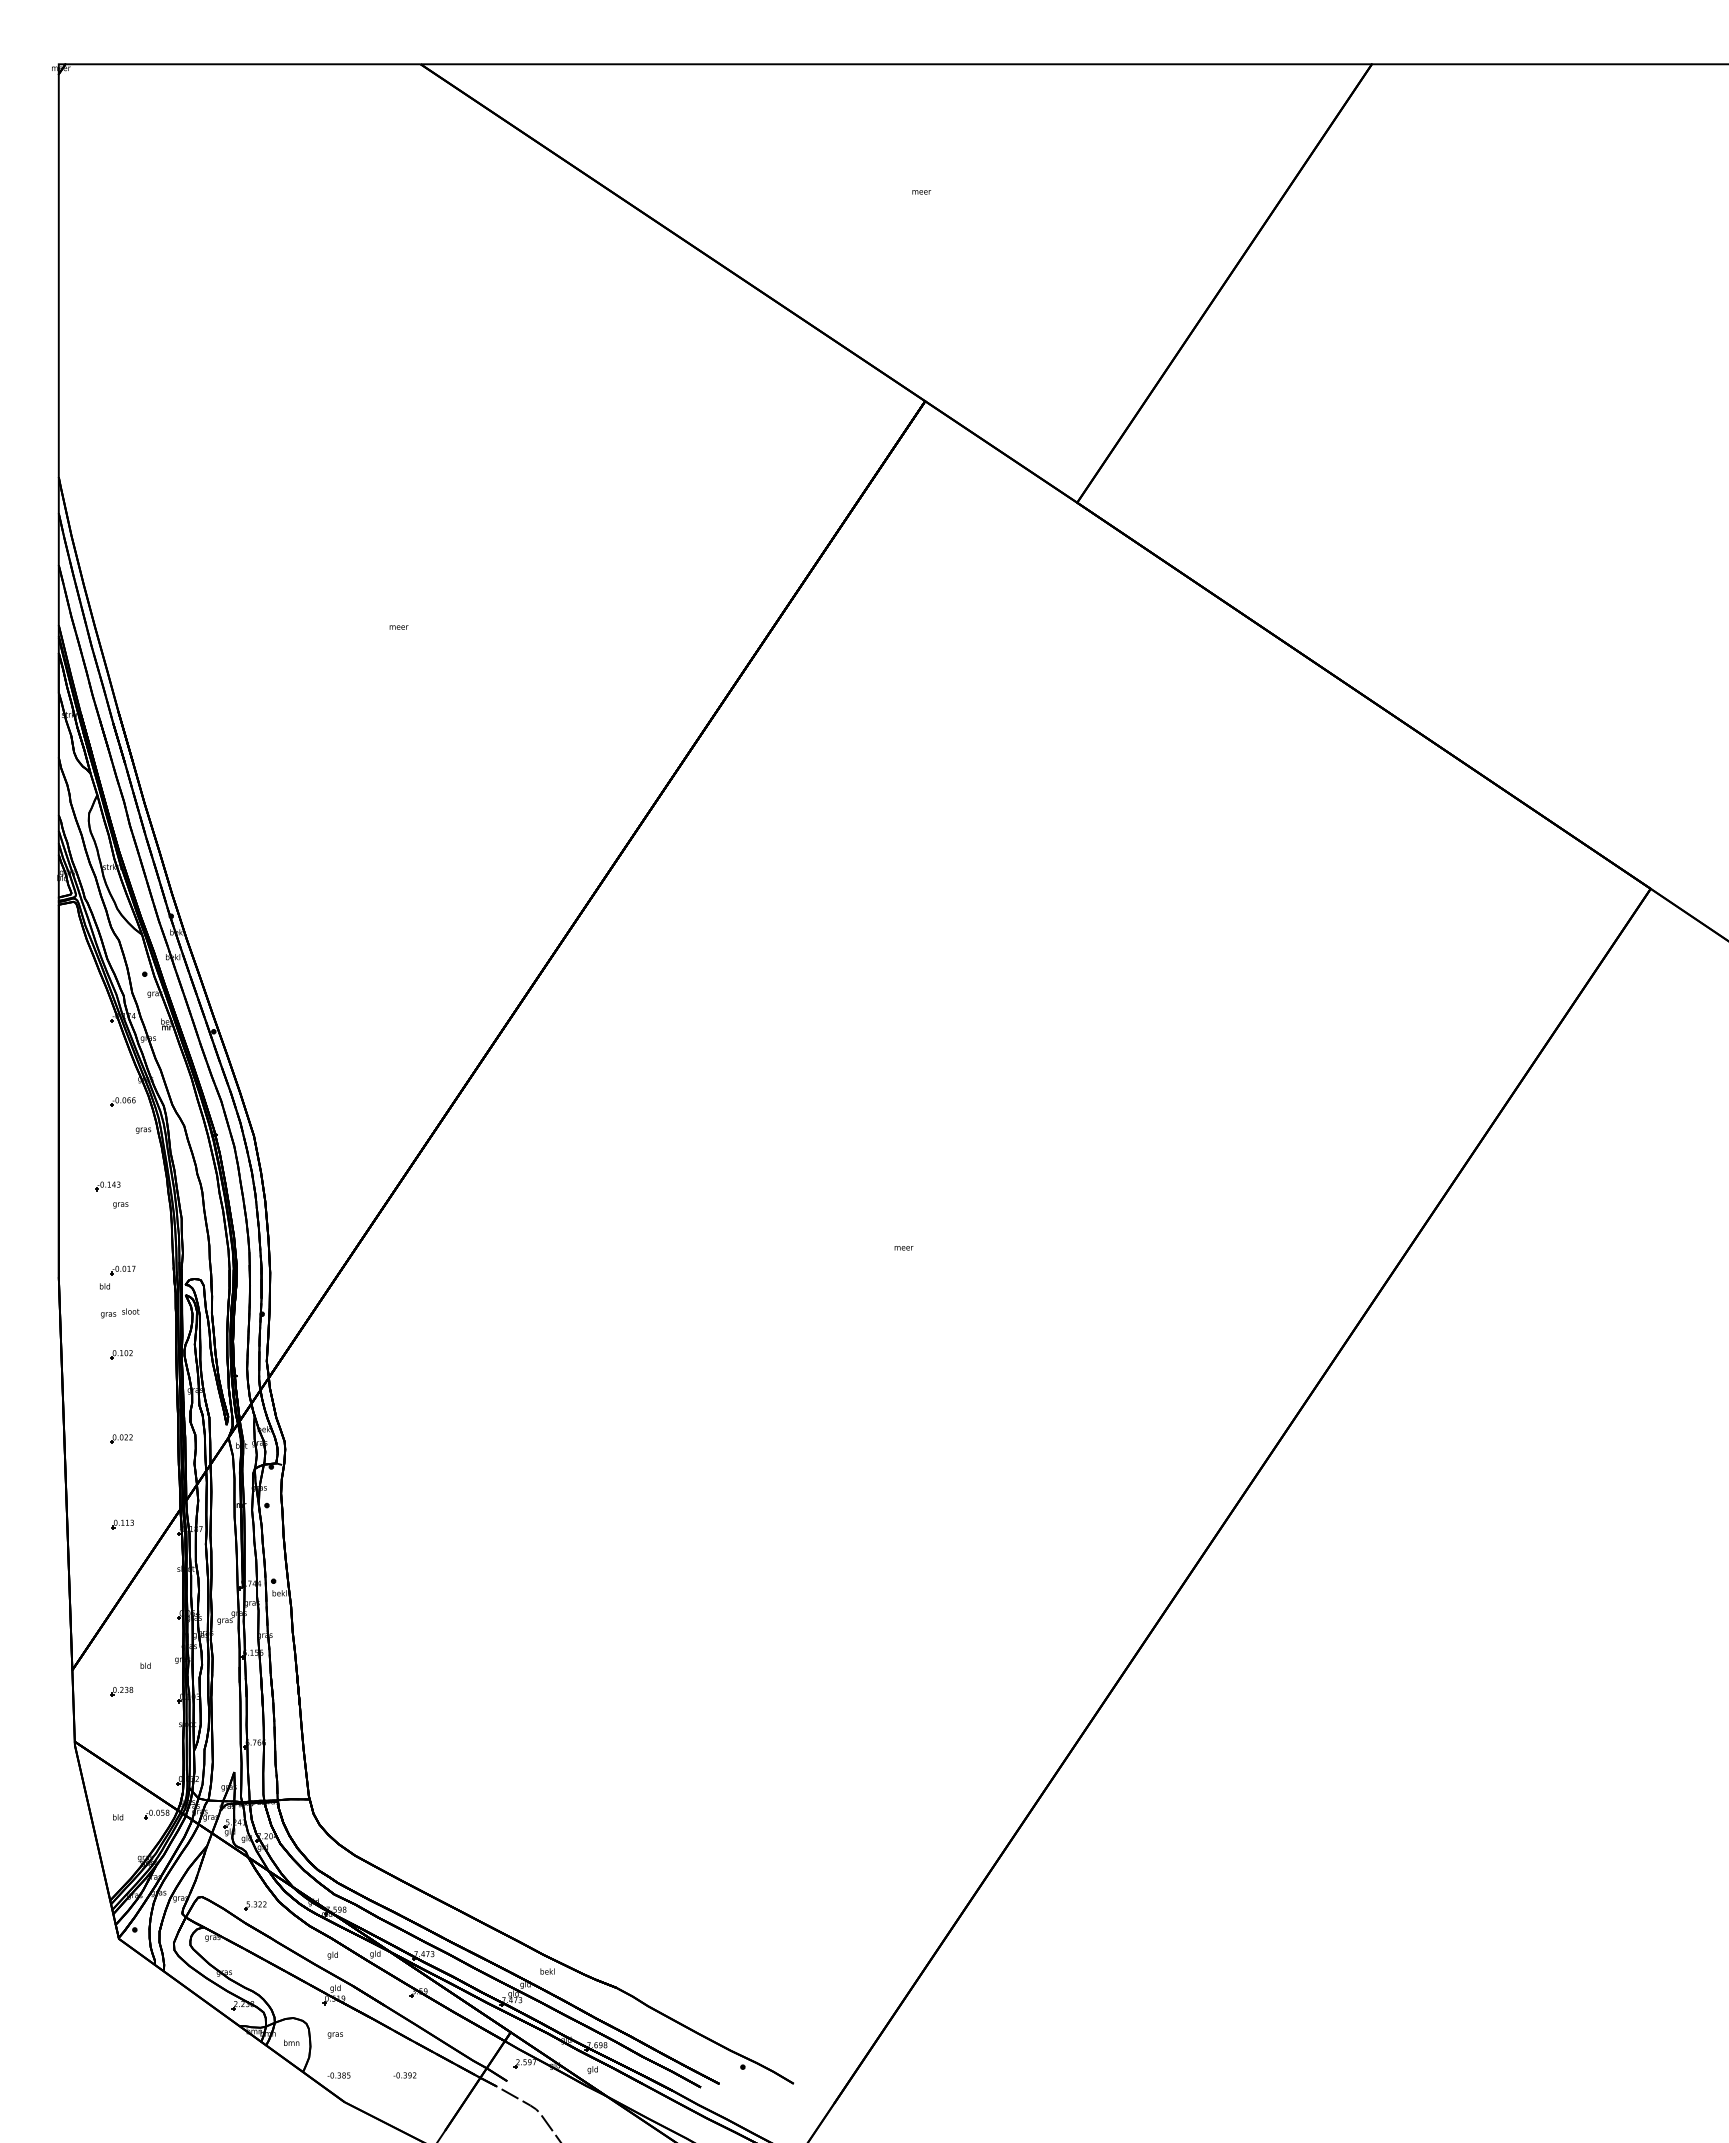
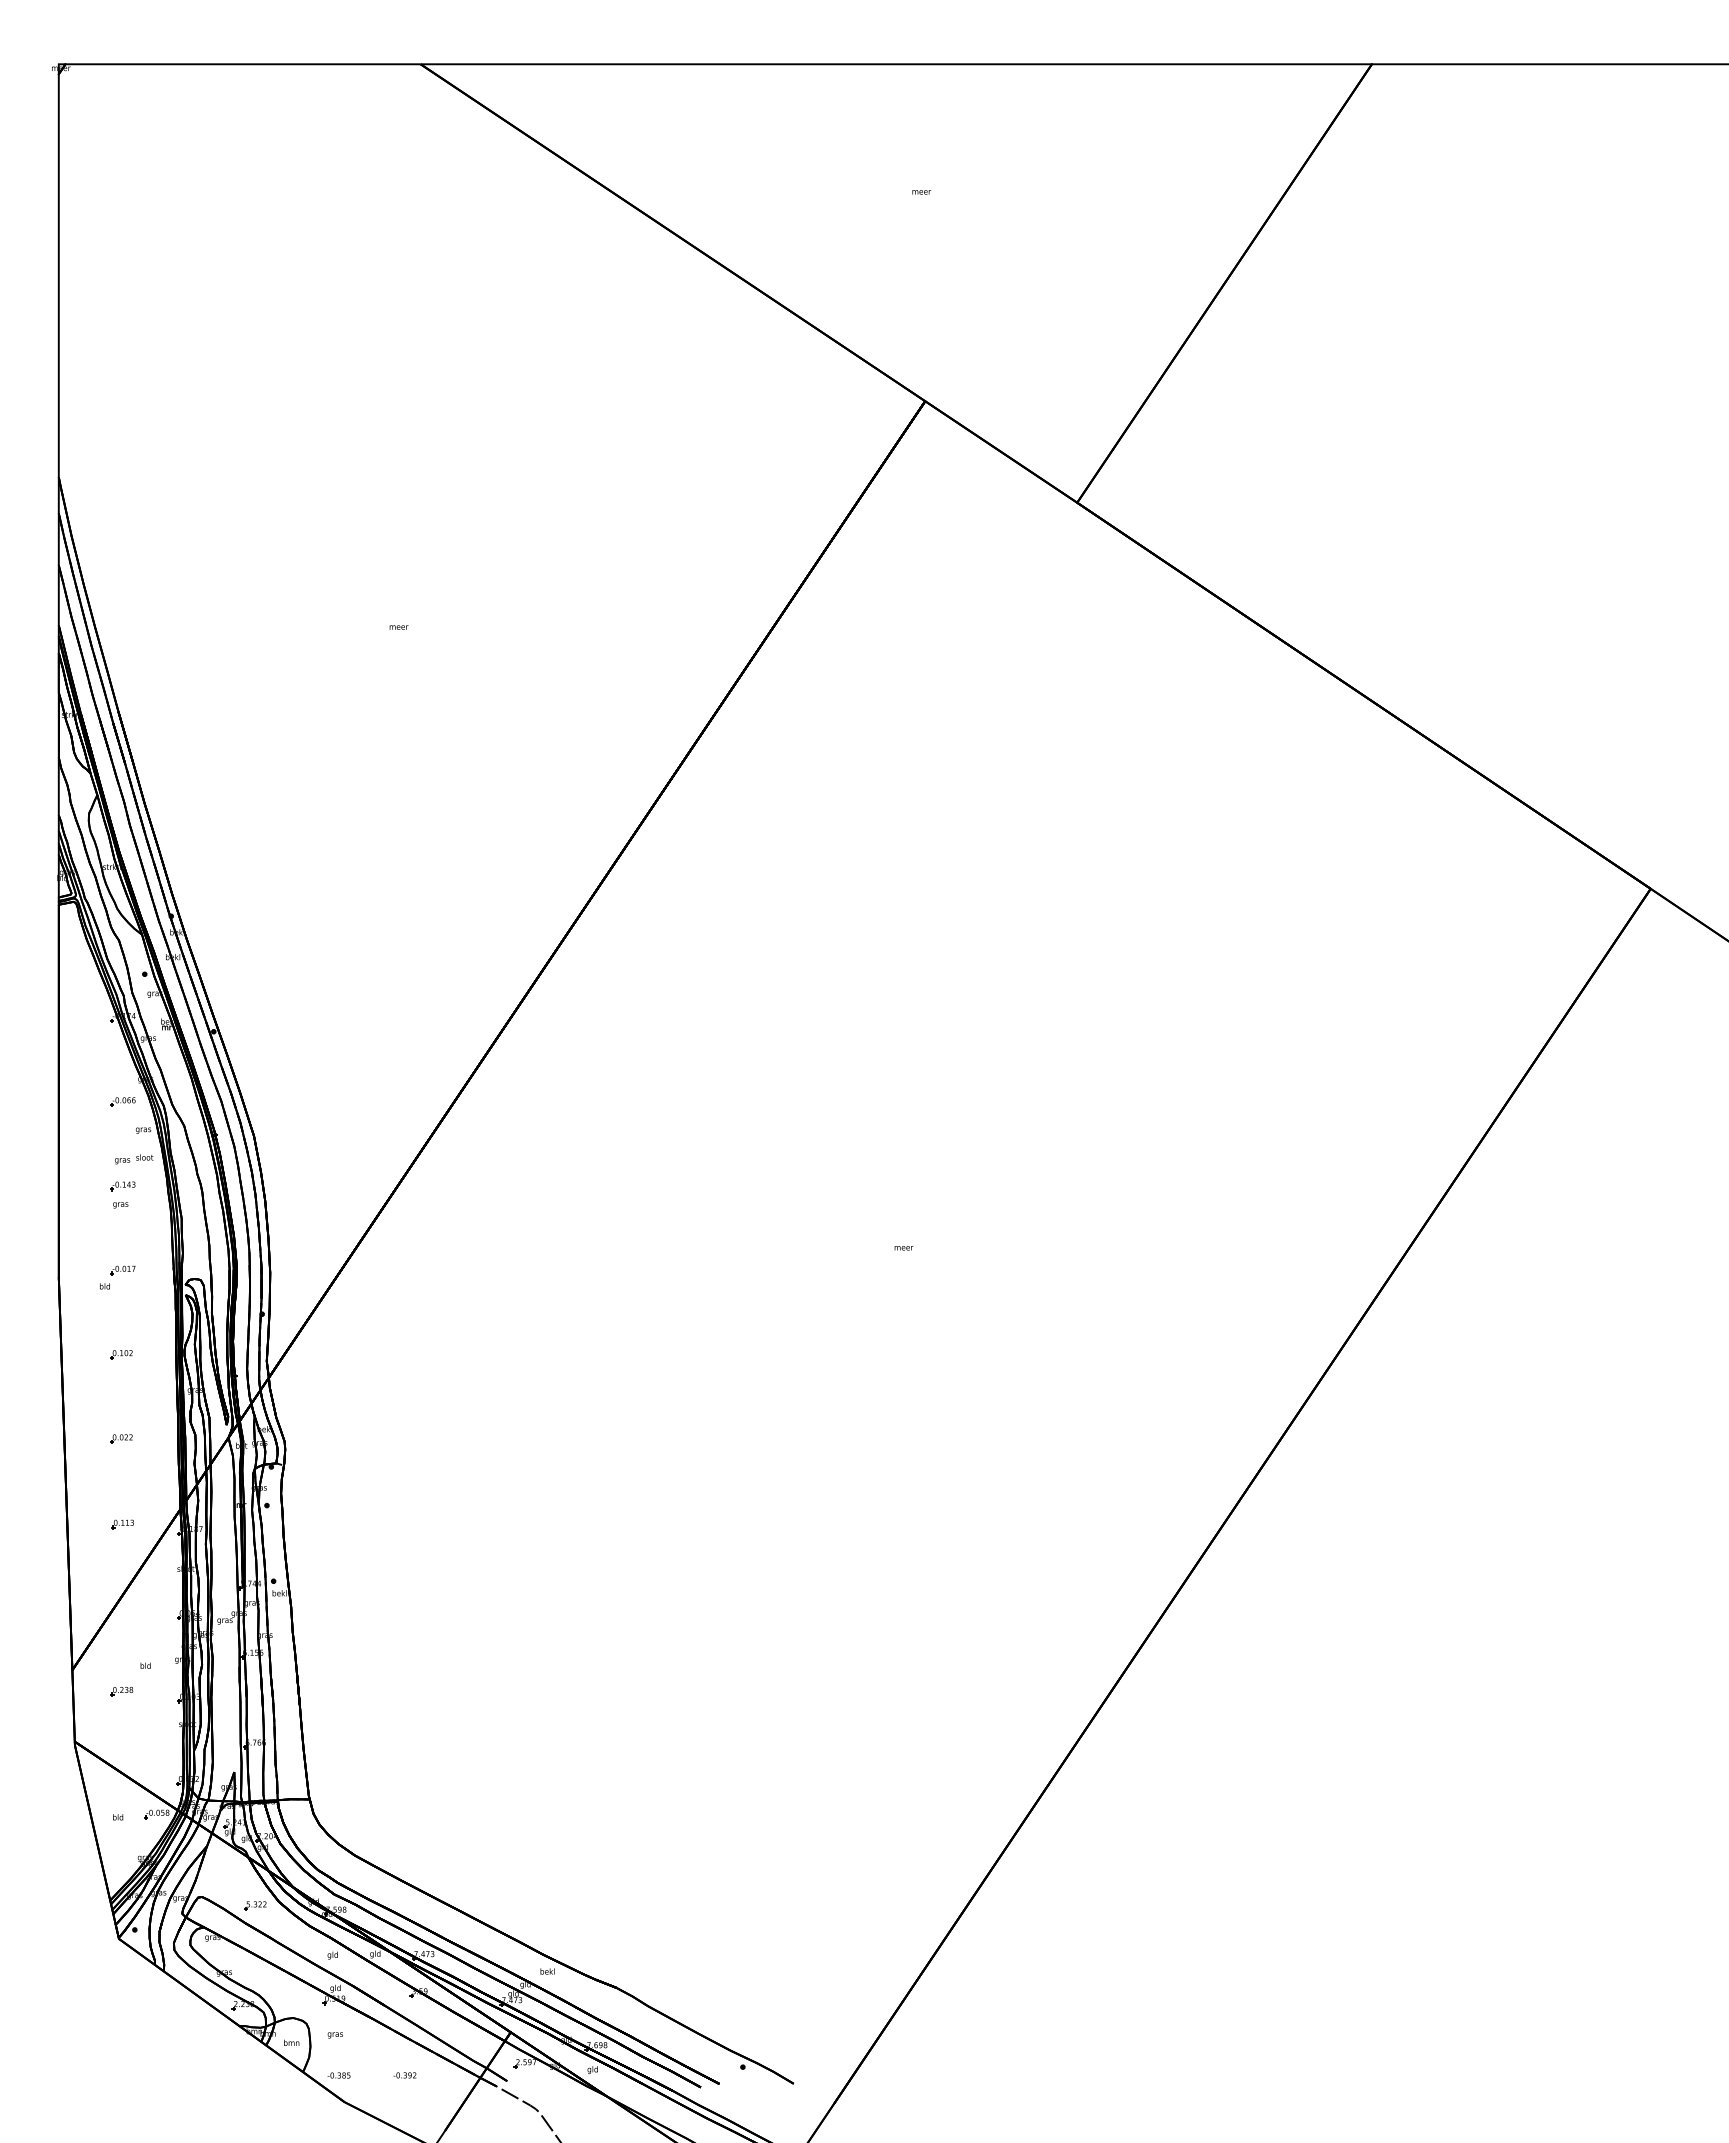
part at (107, 1186) position: (107, 1186) -> (122, 1186)
text at (120, 1313) position: (120, 1313) -> (134, 1159)
